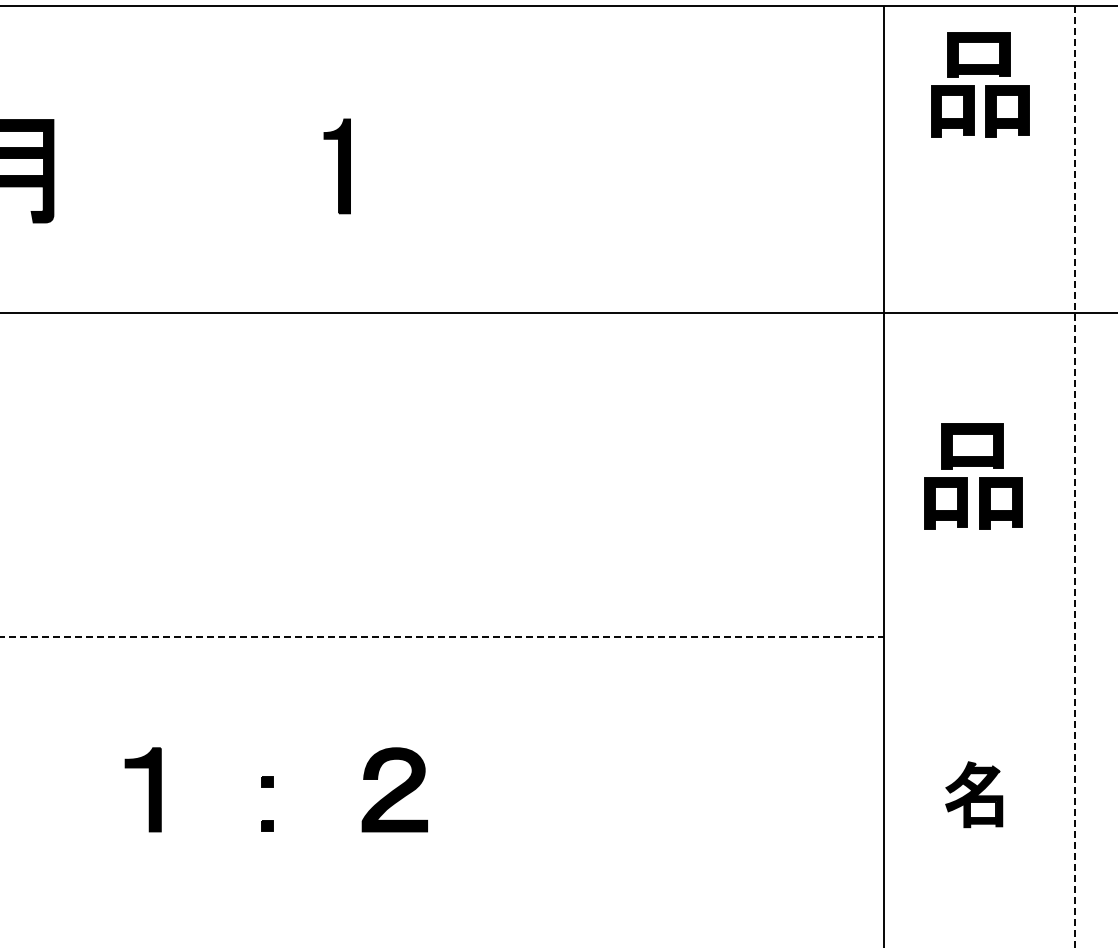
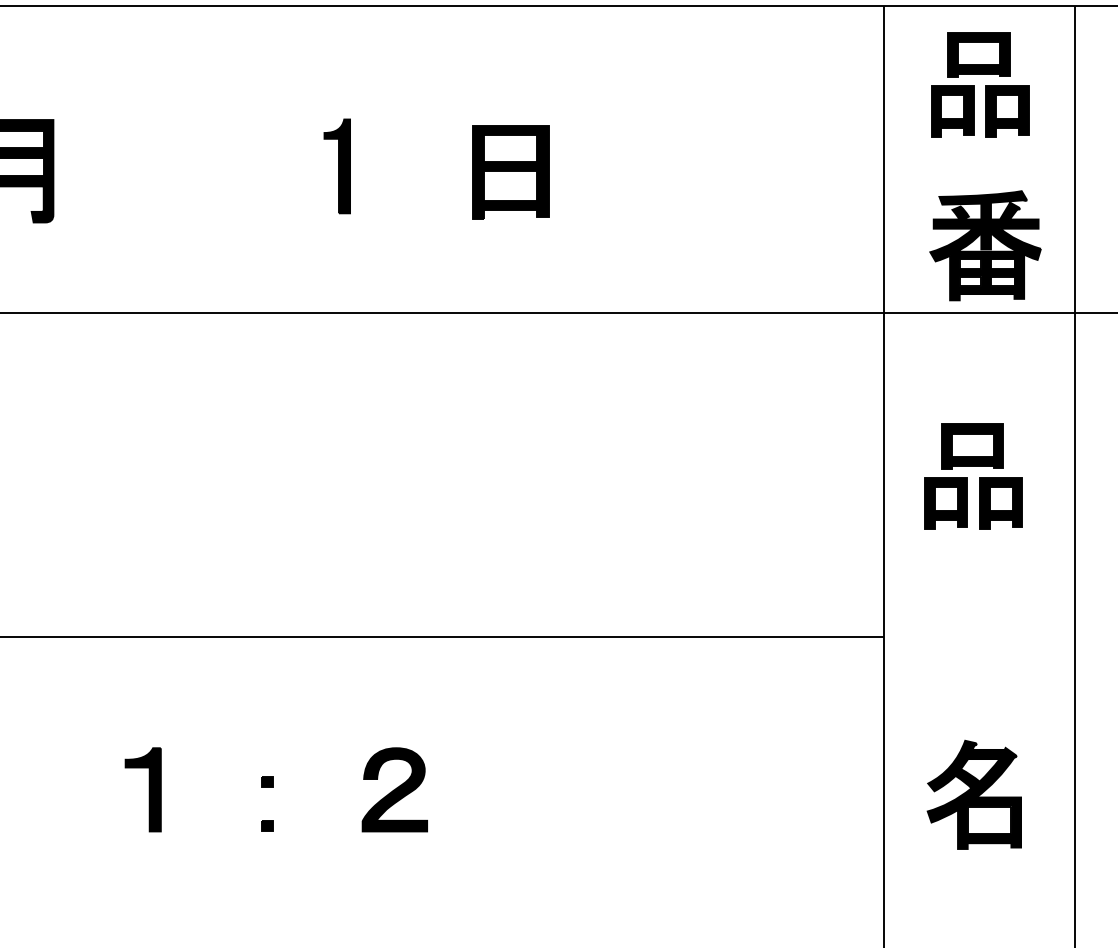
part at (510, 172): none -> present
part at (985, 245): none -> present
line at (1075, 476): dashed -> solid
line at (442, 637): dashed -> solid
part at (974, 794) size: 59x68 px -> 96x111 px
